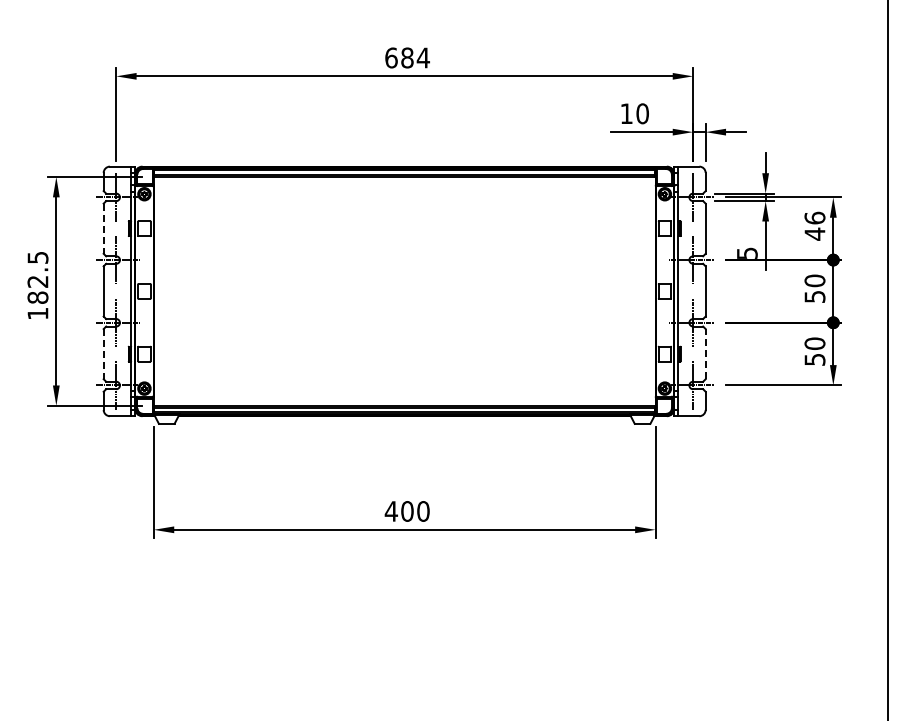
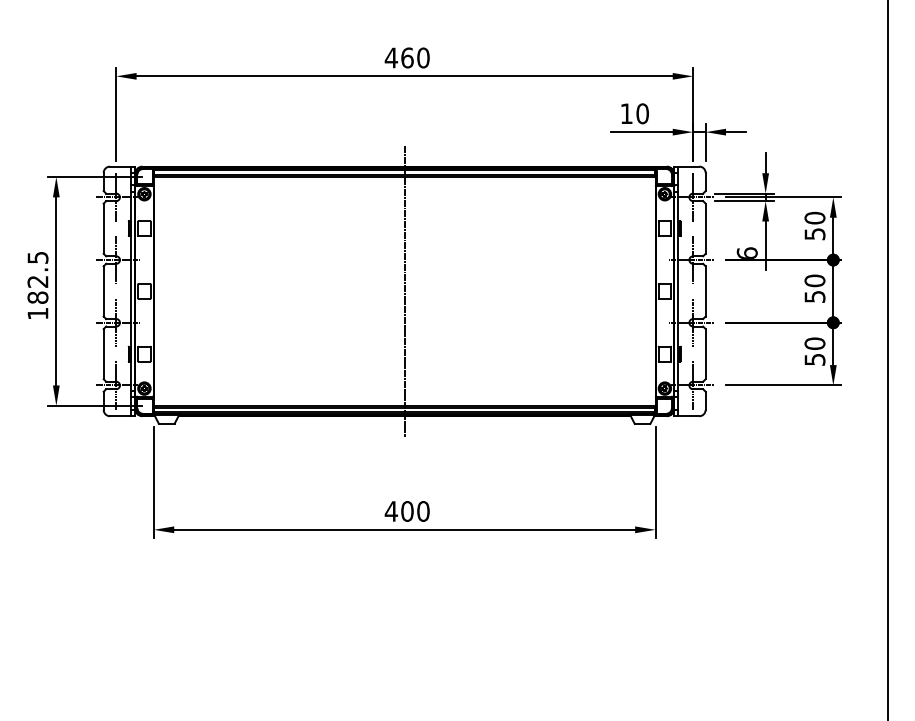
text at (406, 57): 684 -> 460
text at (814, 225): 46 -> 50
line at (103, 229): dashed -> solid
text at (746, 252): 5 -> 6
line at (404, 291): none -> present
line at (705, 353): dashed -> solid
line at (103, 354): dashed -> solid
